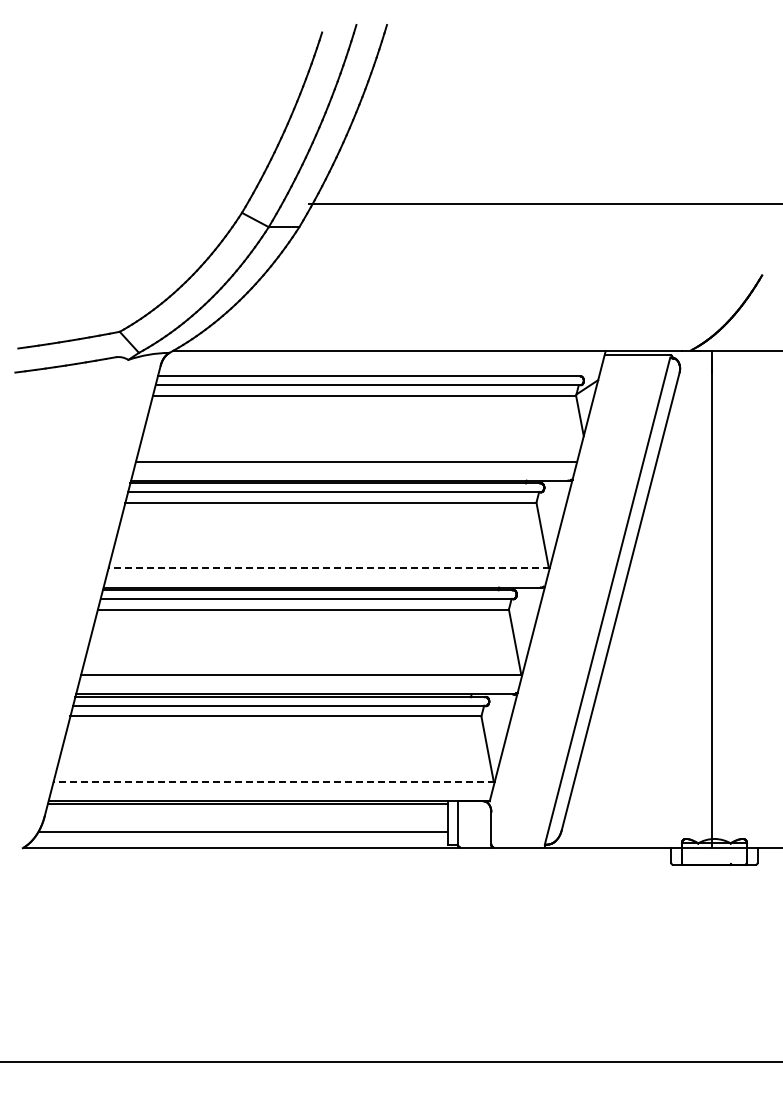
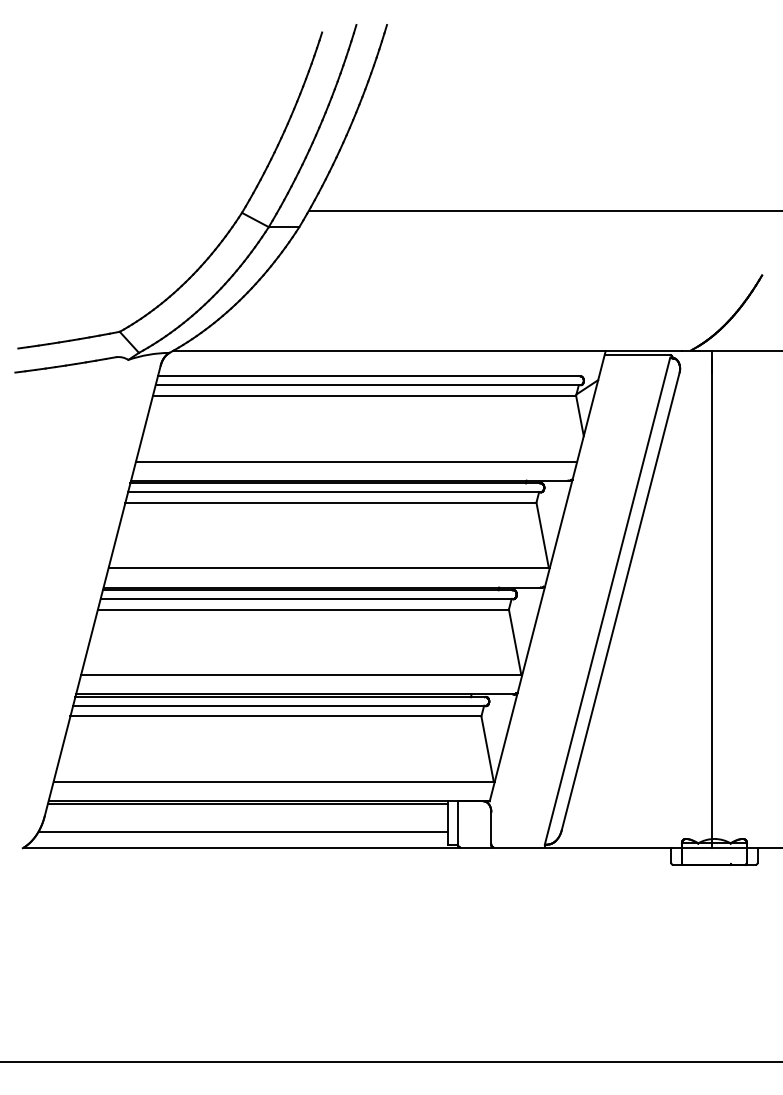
line at (543, 203) position: (543, 203) -> (543, 210)
line at (329, 568): dashed -> solid
line at (274, 782): dashed -> solid
